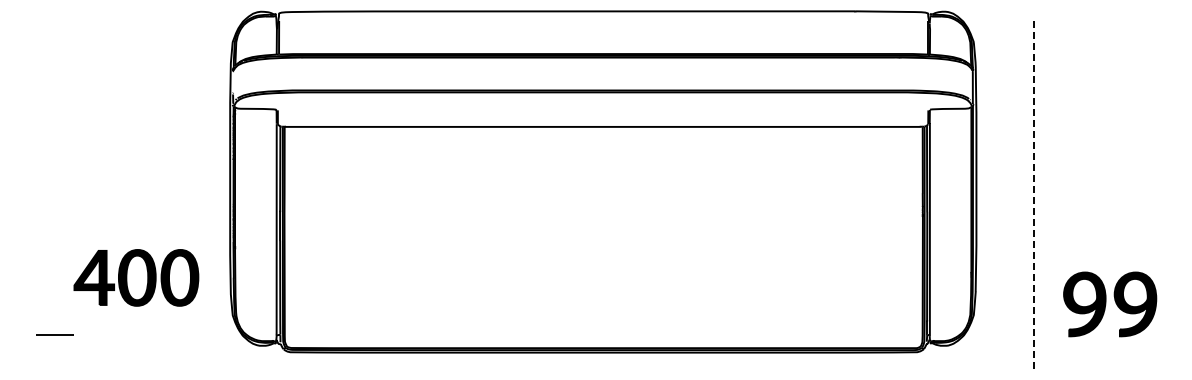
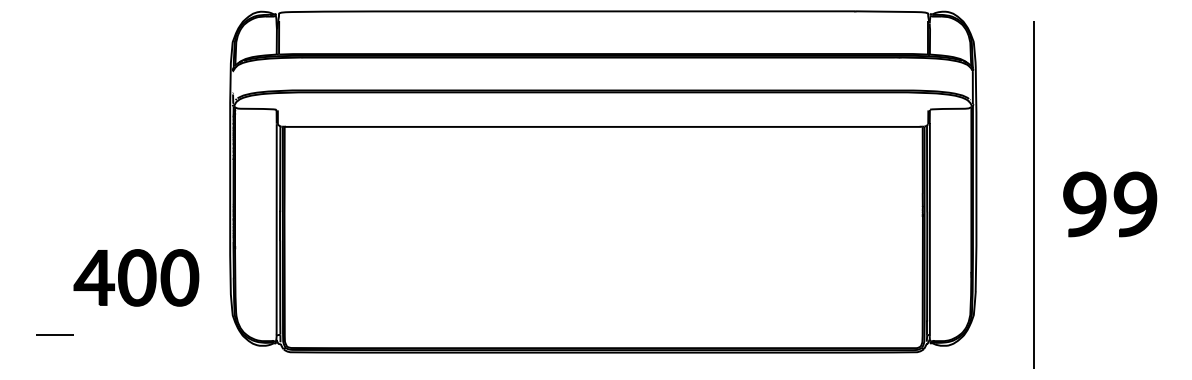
line at (1034, 194): dashed -> solid
part at (1110, 304) position: (1110, 304) -> (1110, 204)
